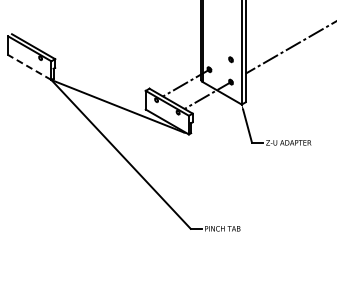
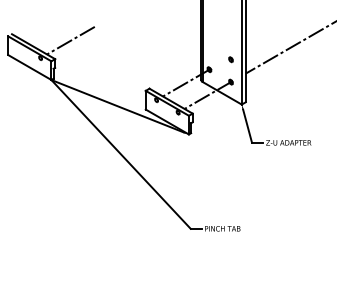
line at (70, 40): none -> present
line at (29, 67): dashed -> solid
